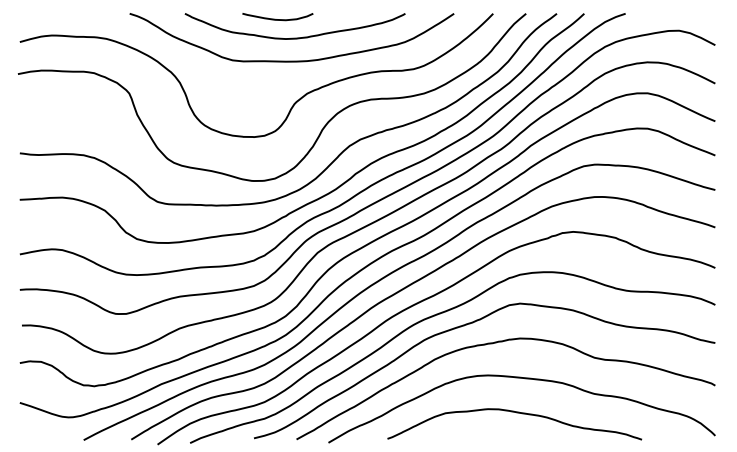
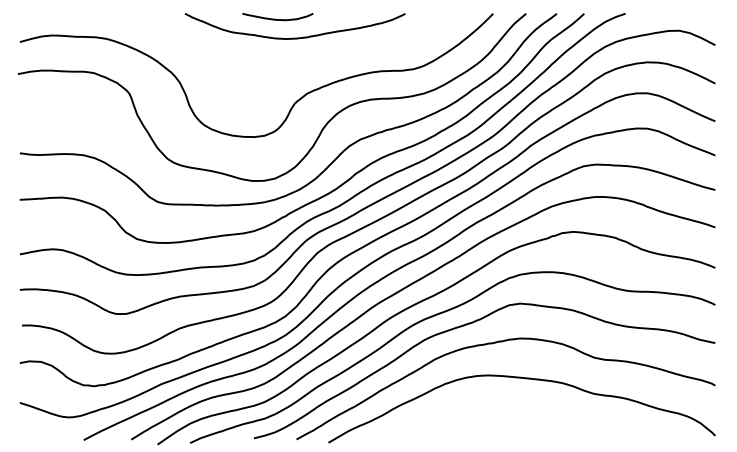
curve at (291, 60): present -> none
curve at (516, 413): present -> none
